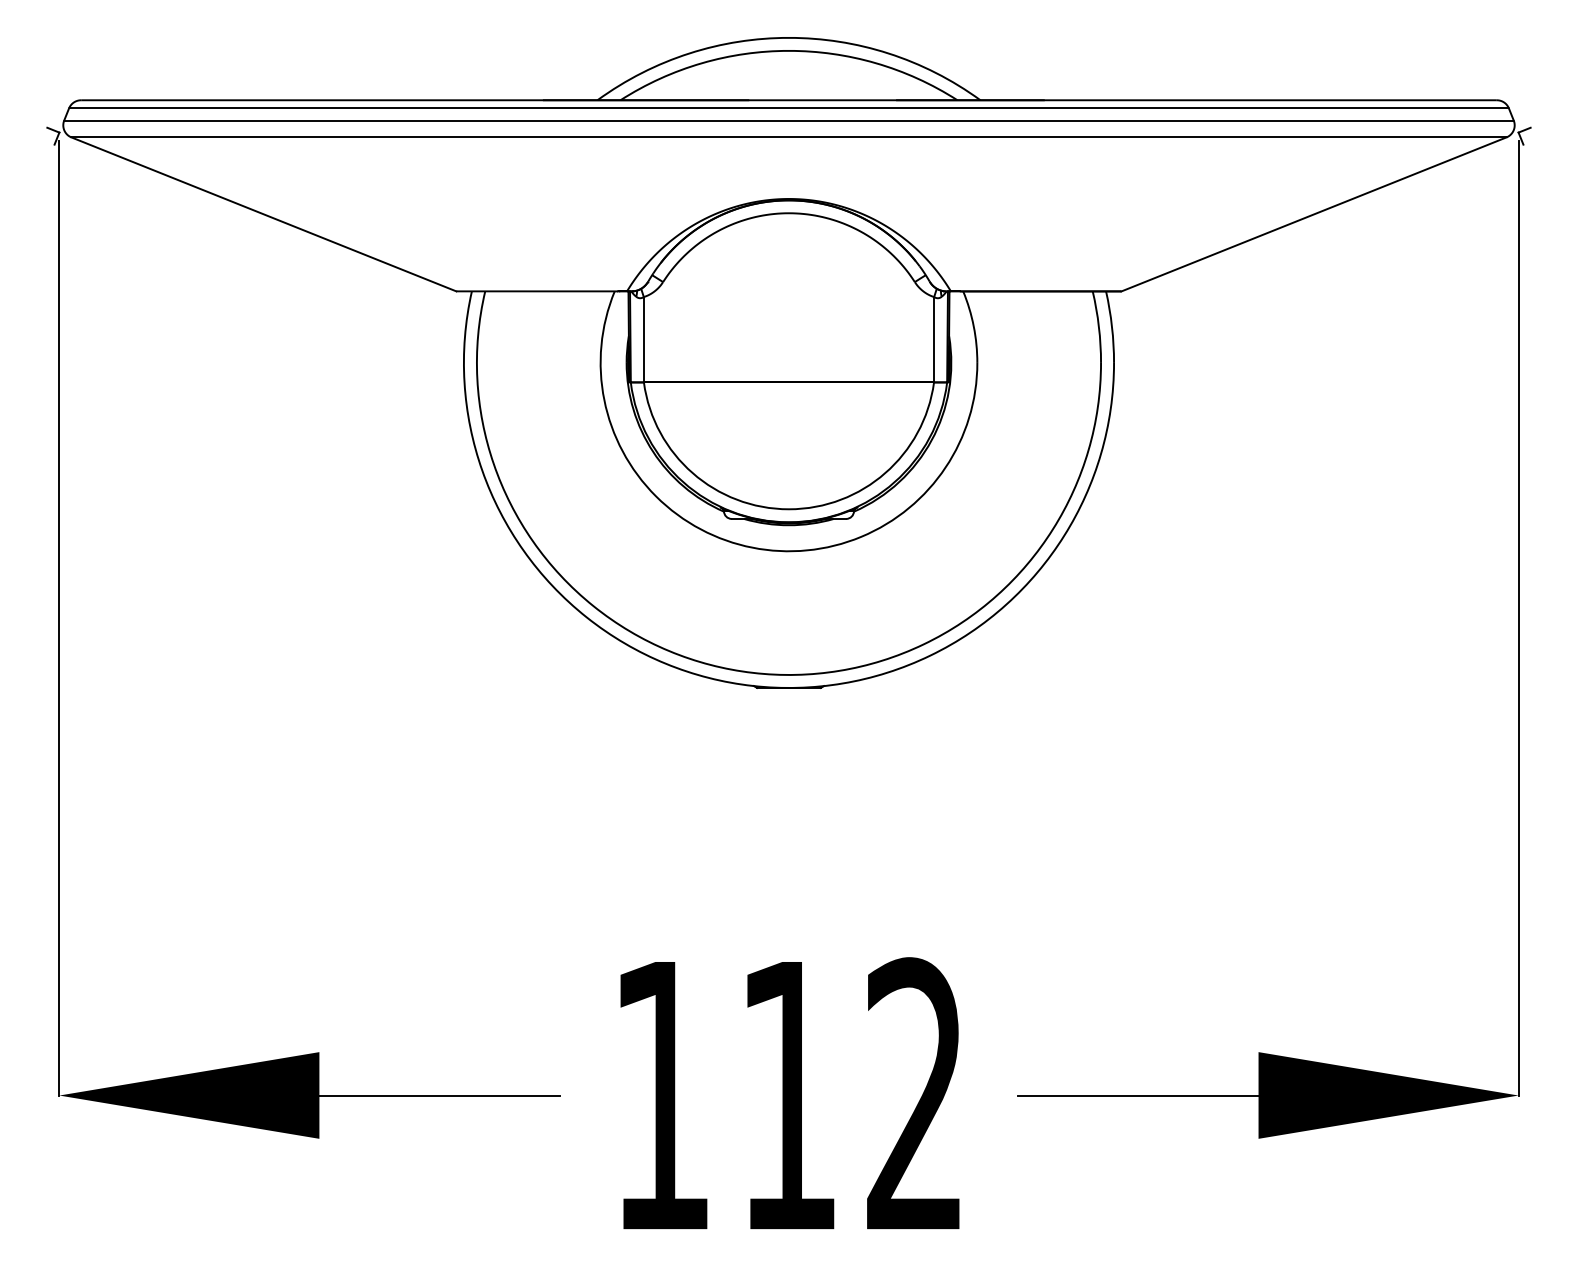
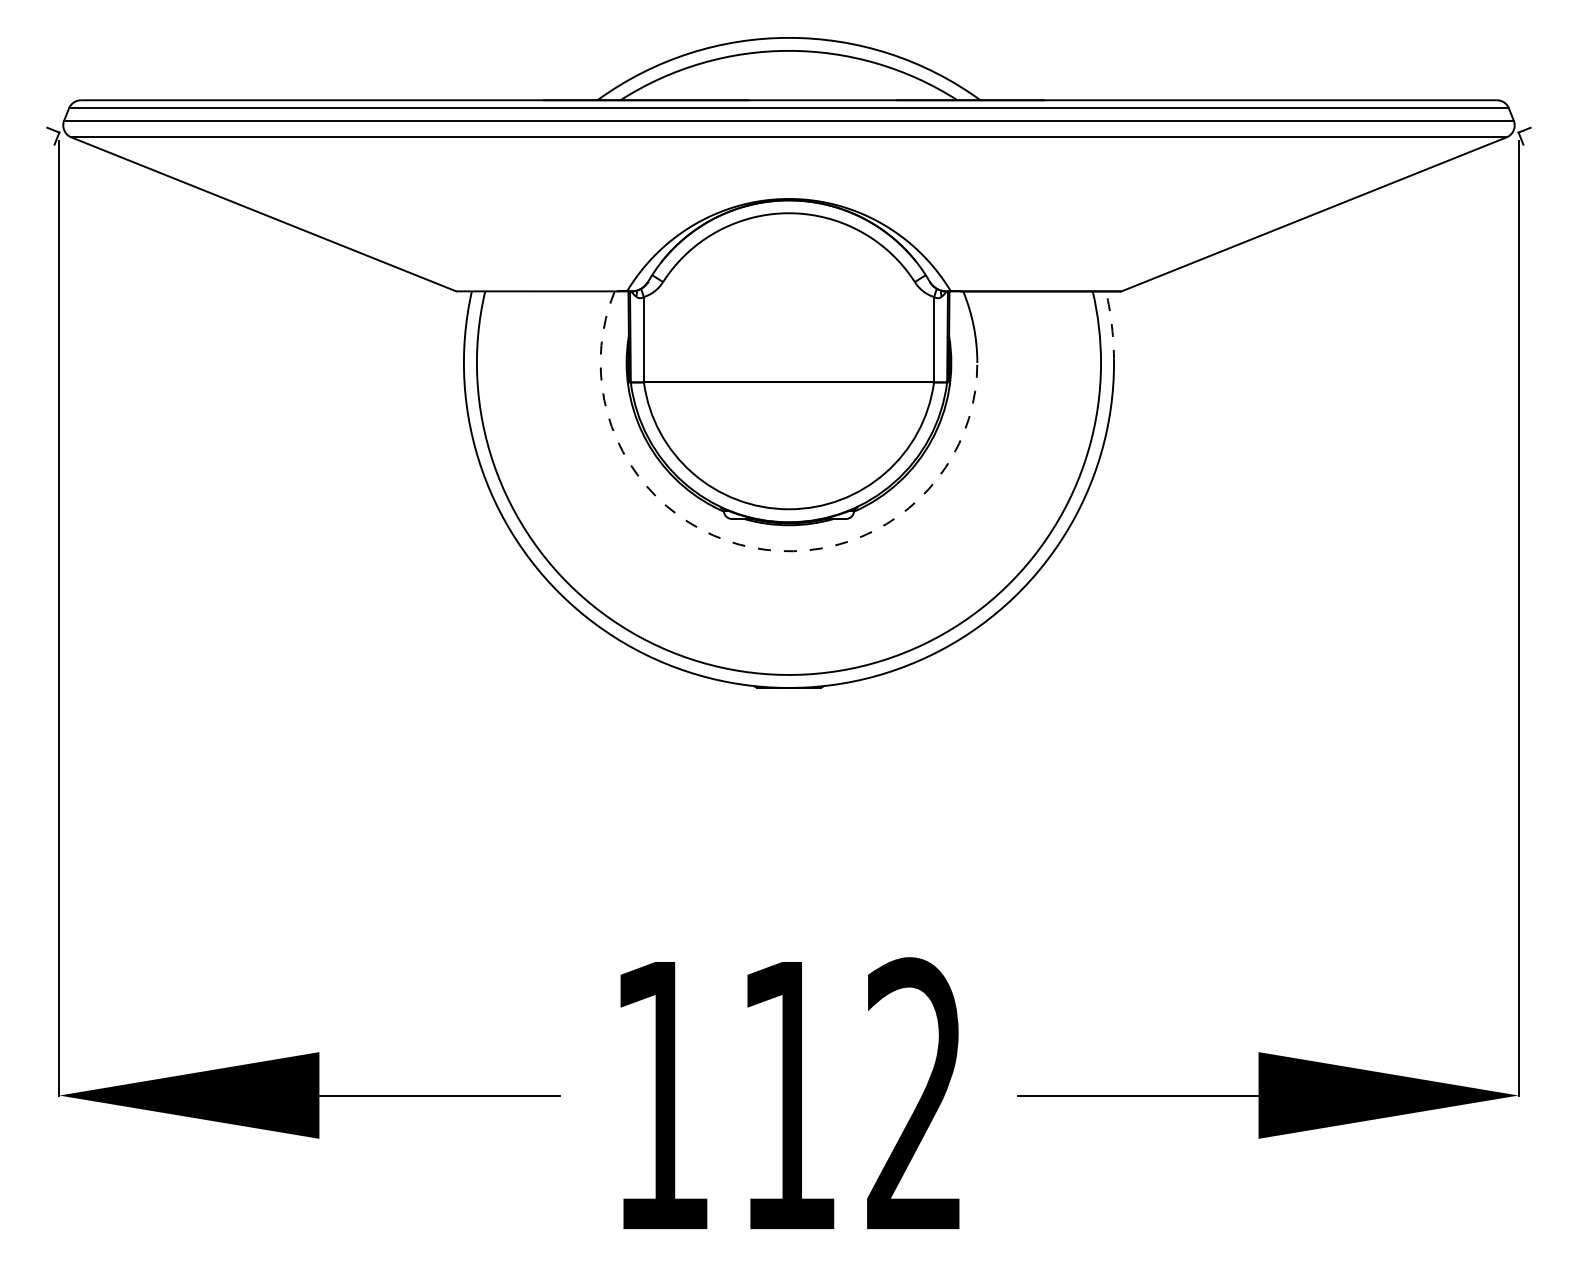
arc at (1112, 326): solid -> dashed
arc at (752, 547): solid -> dashed
